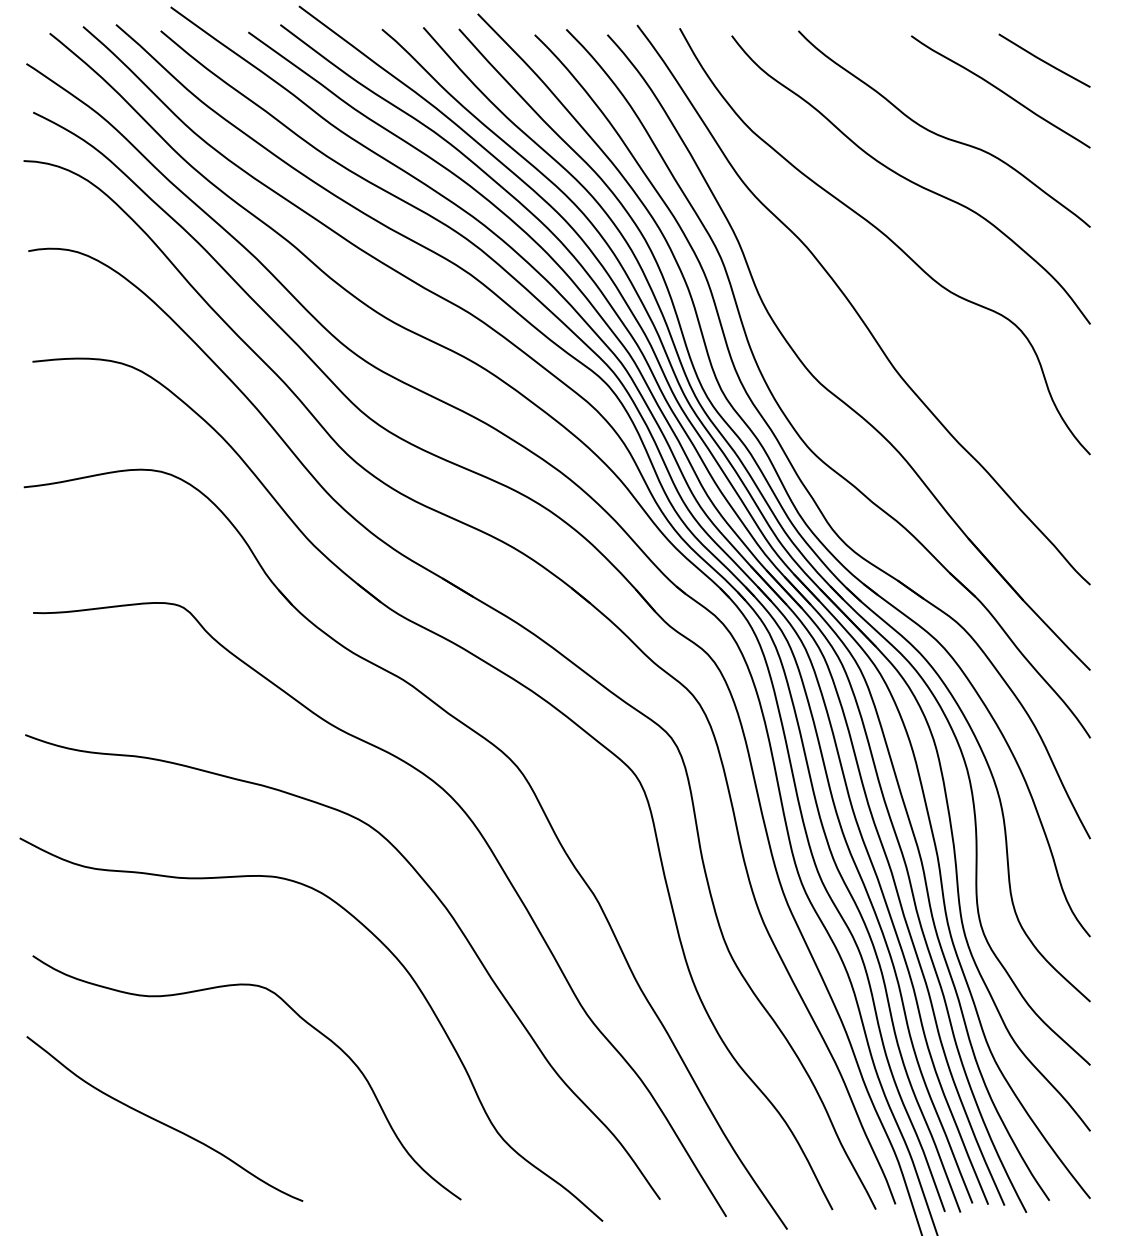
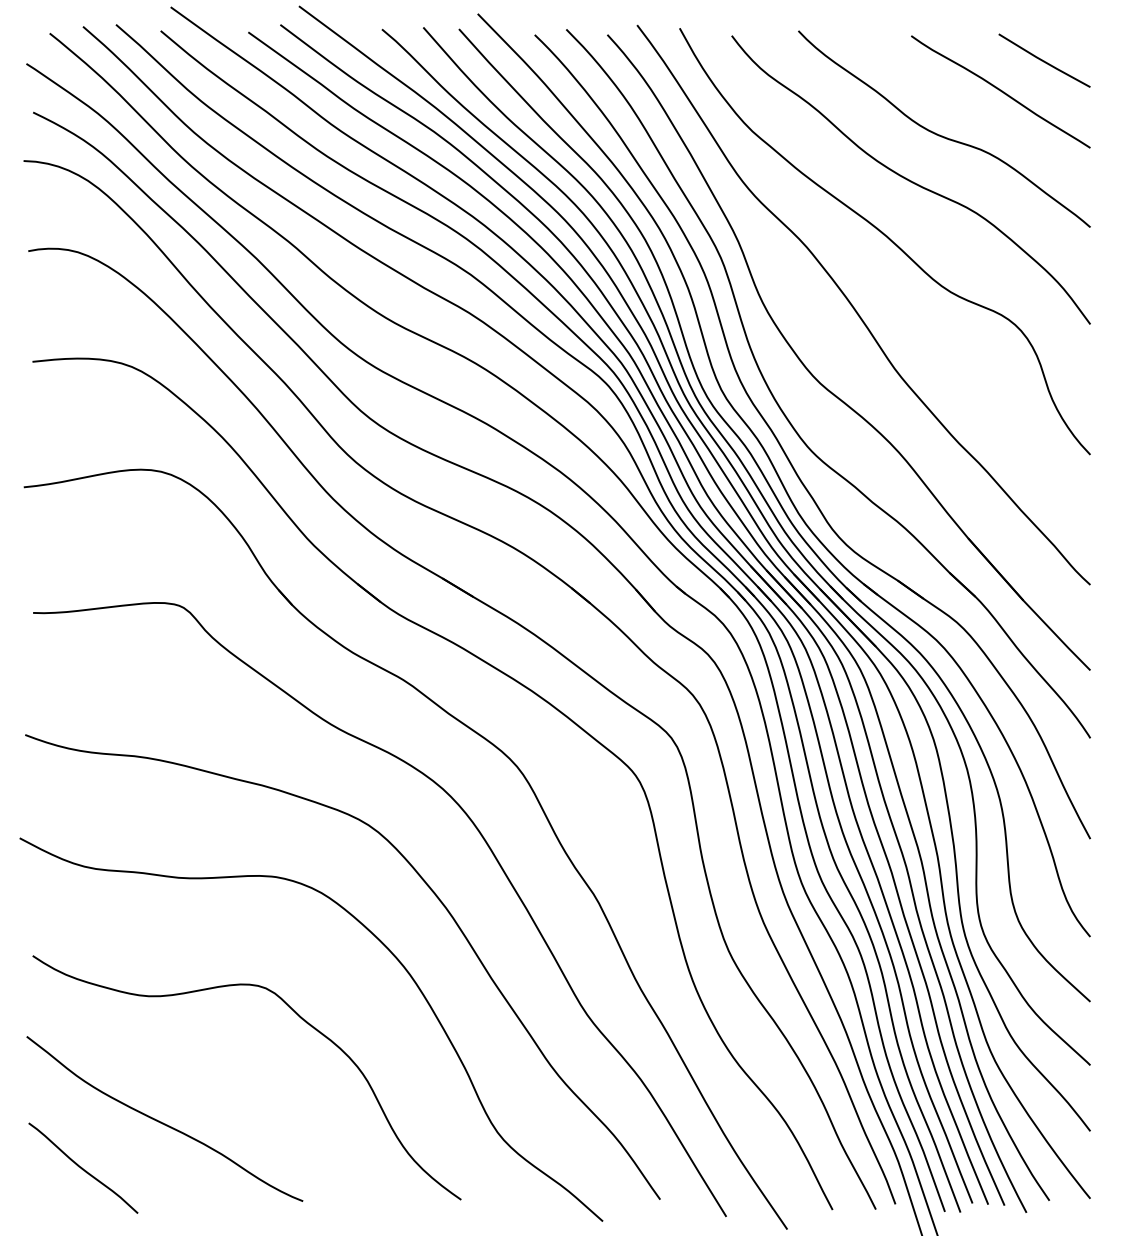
curve at (82, 1167): none -> present
